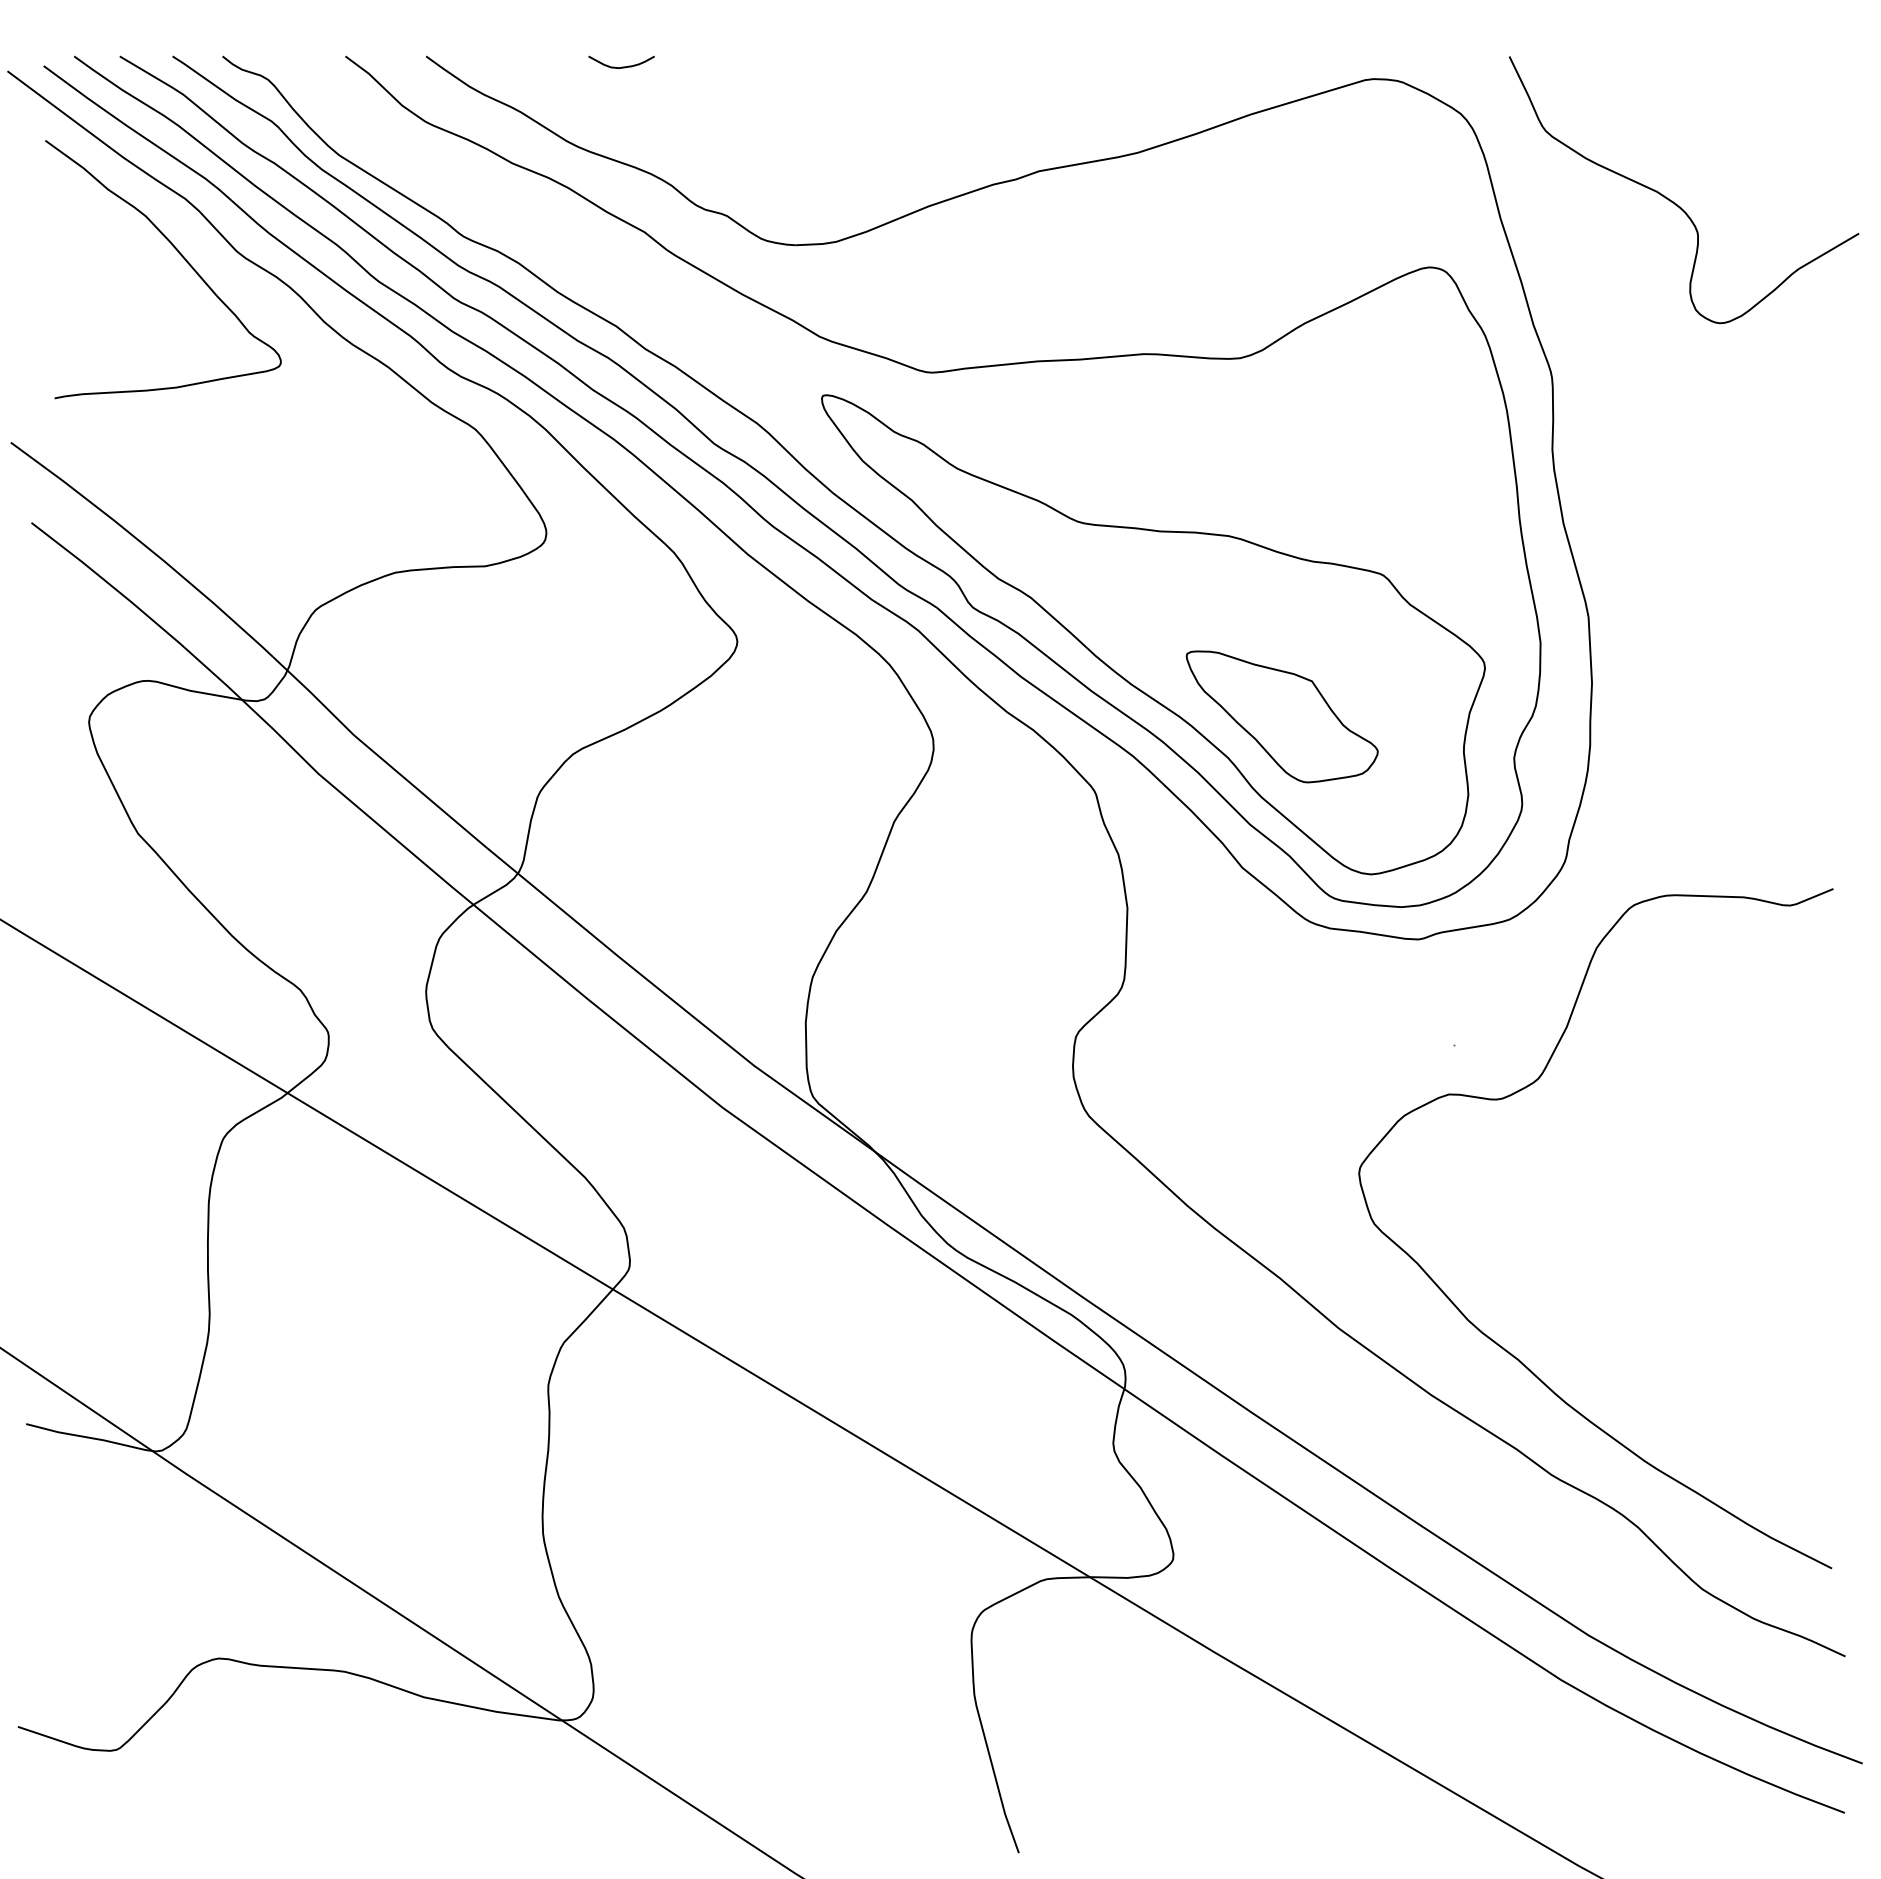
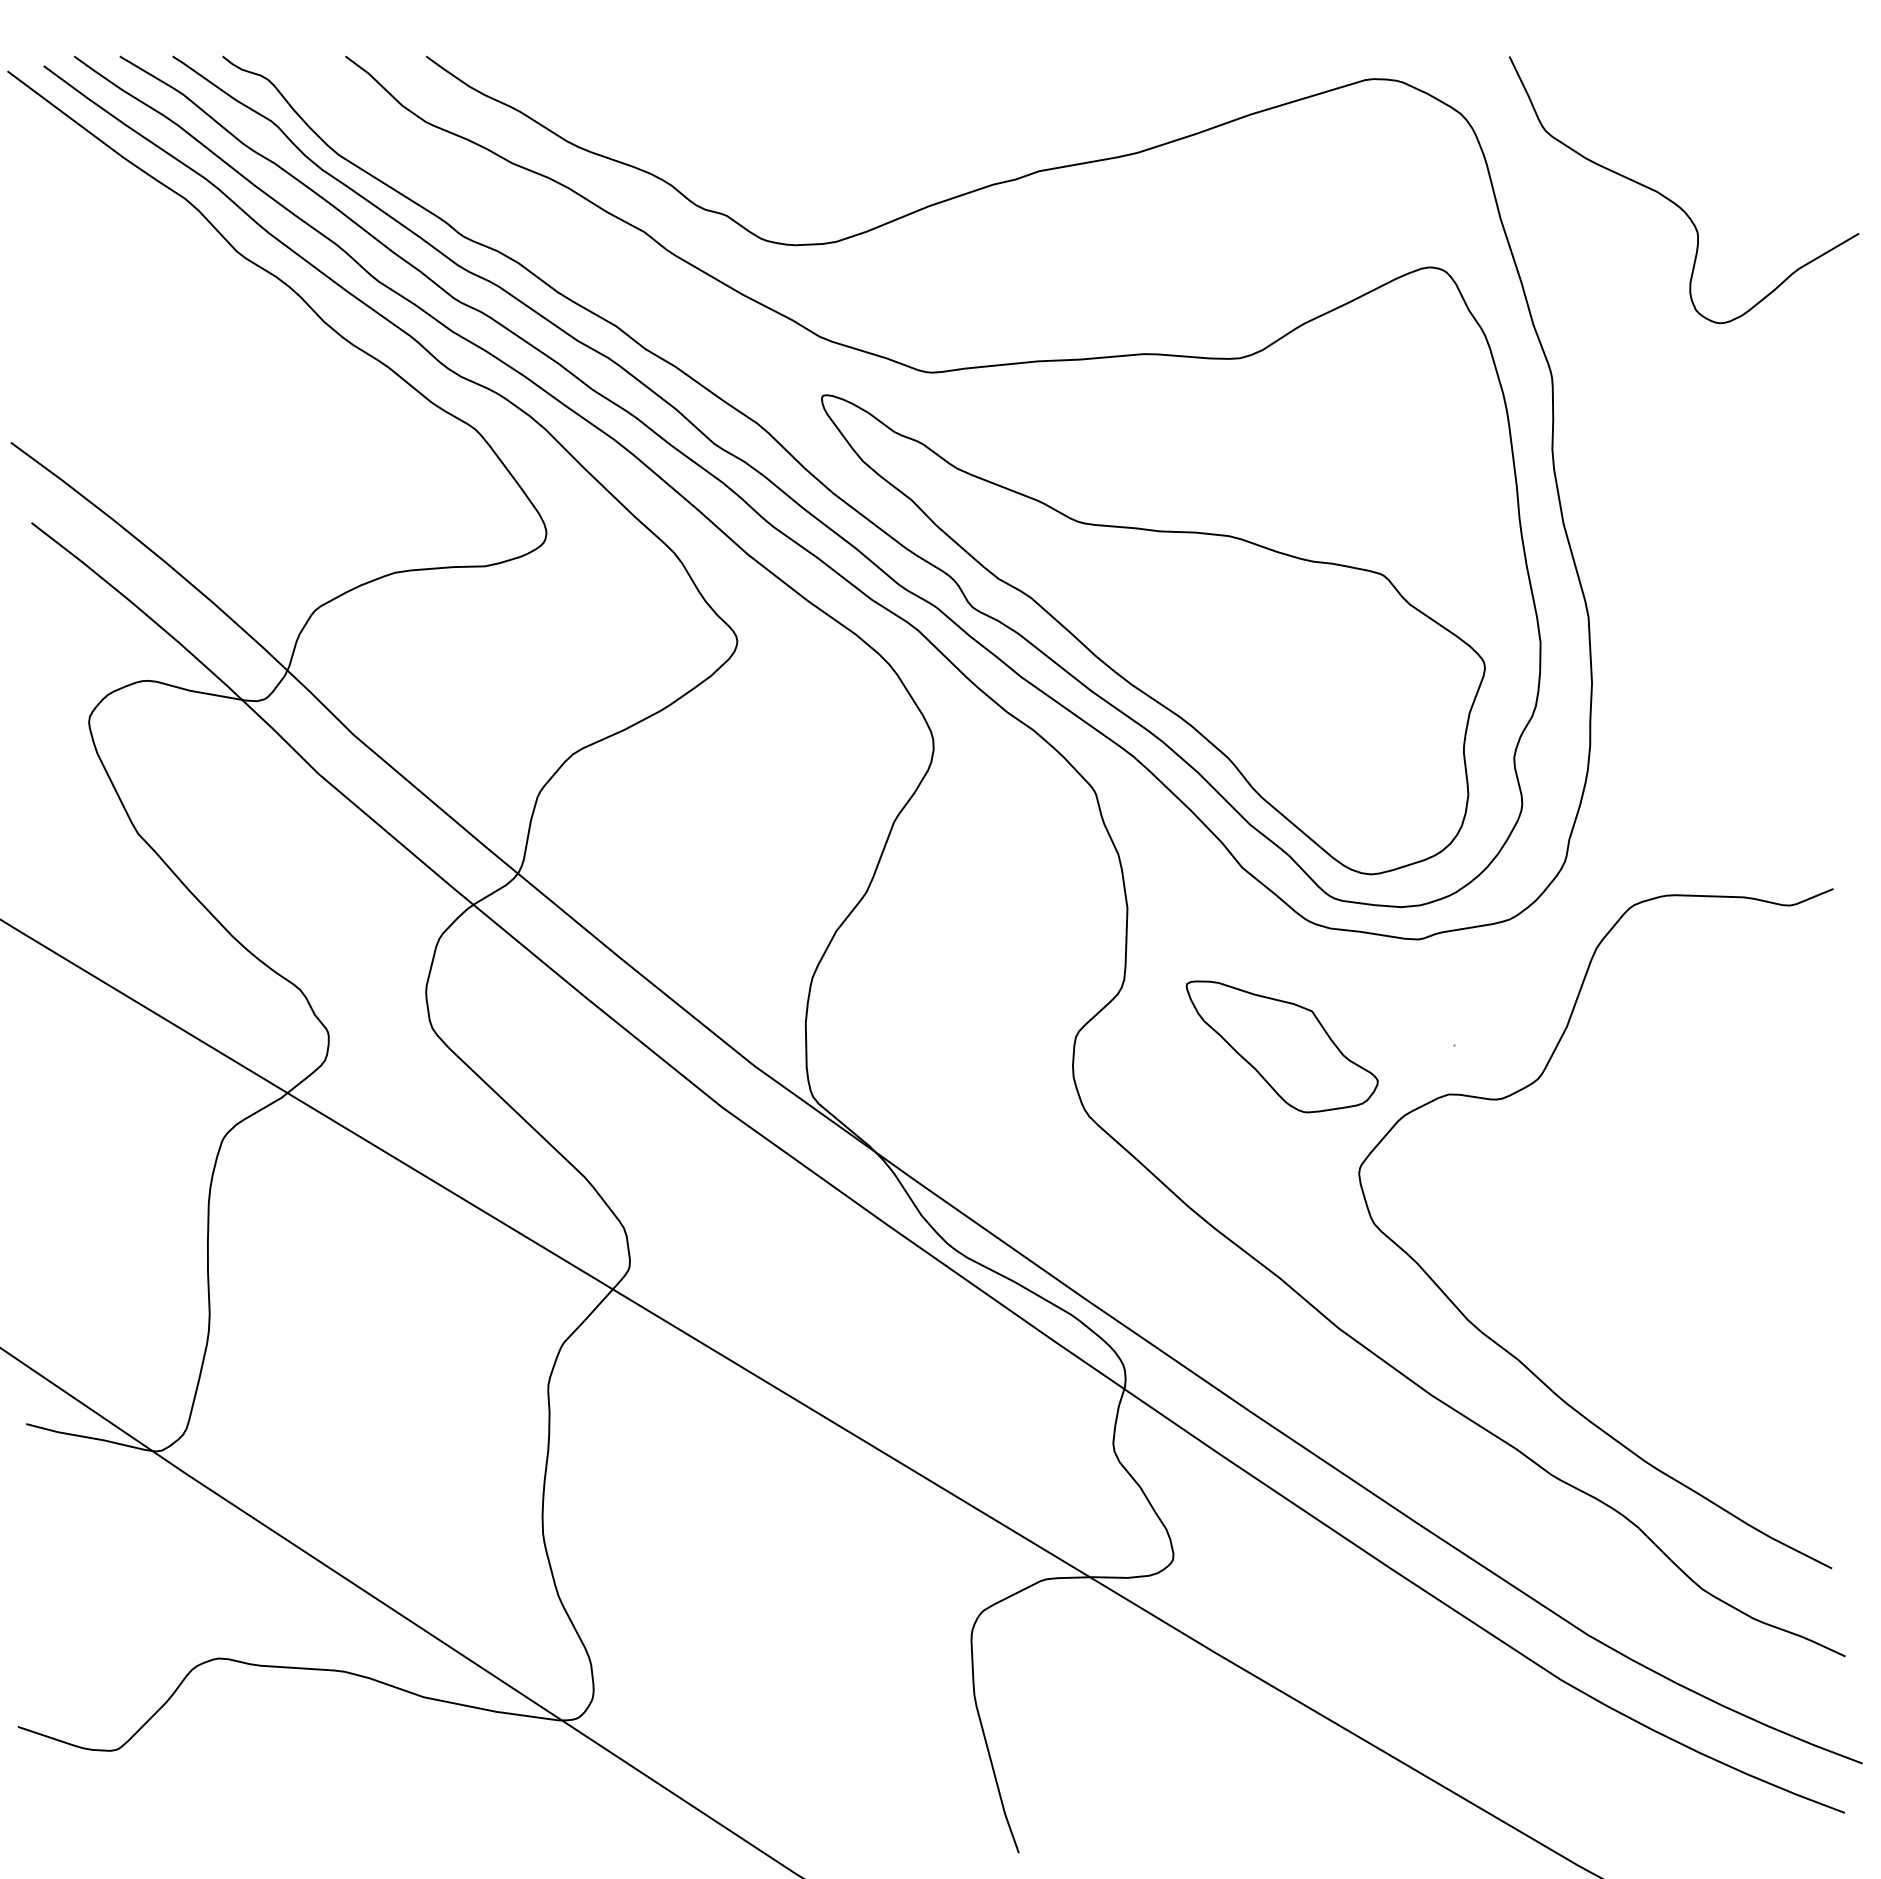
curve at (621, 66): present -> none
curve at (178, 253): present -> none
part at (1281, 716) position: (1281, 716) -> (1281, 1046)
